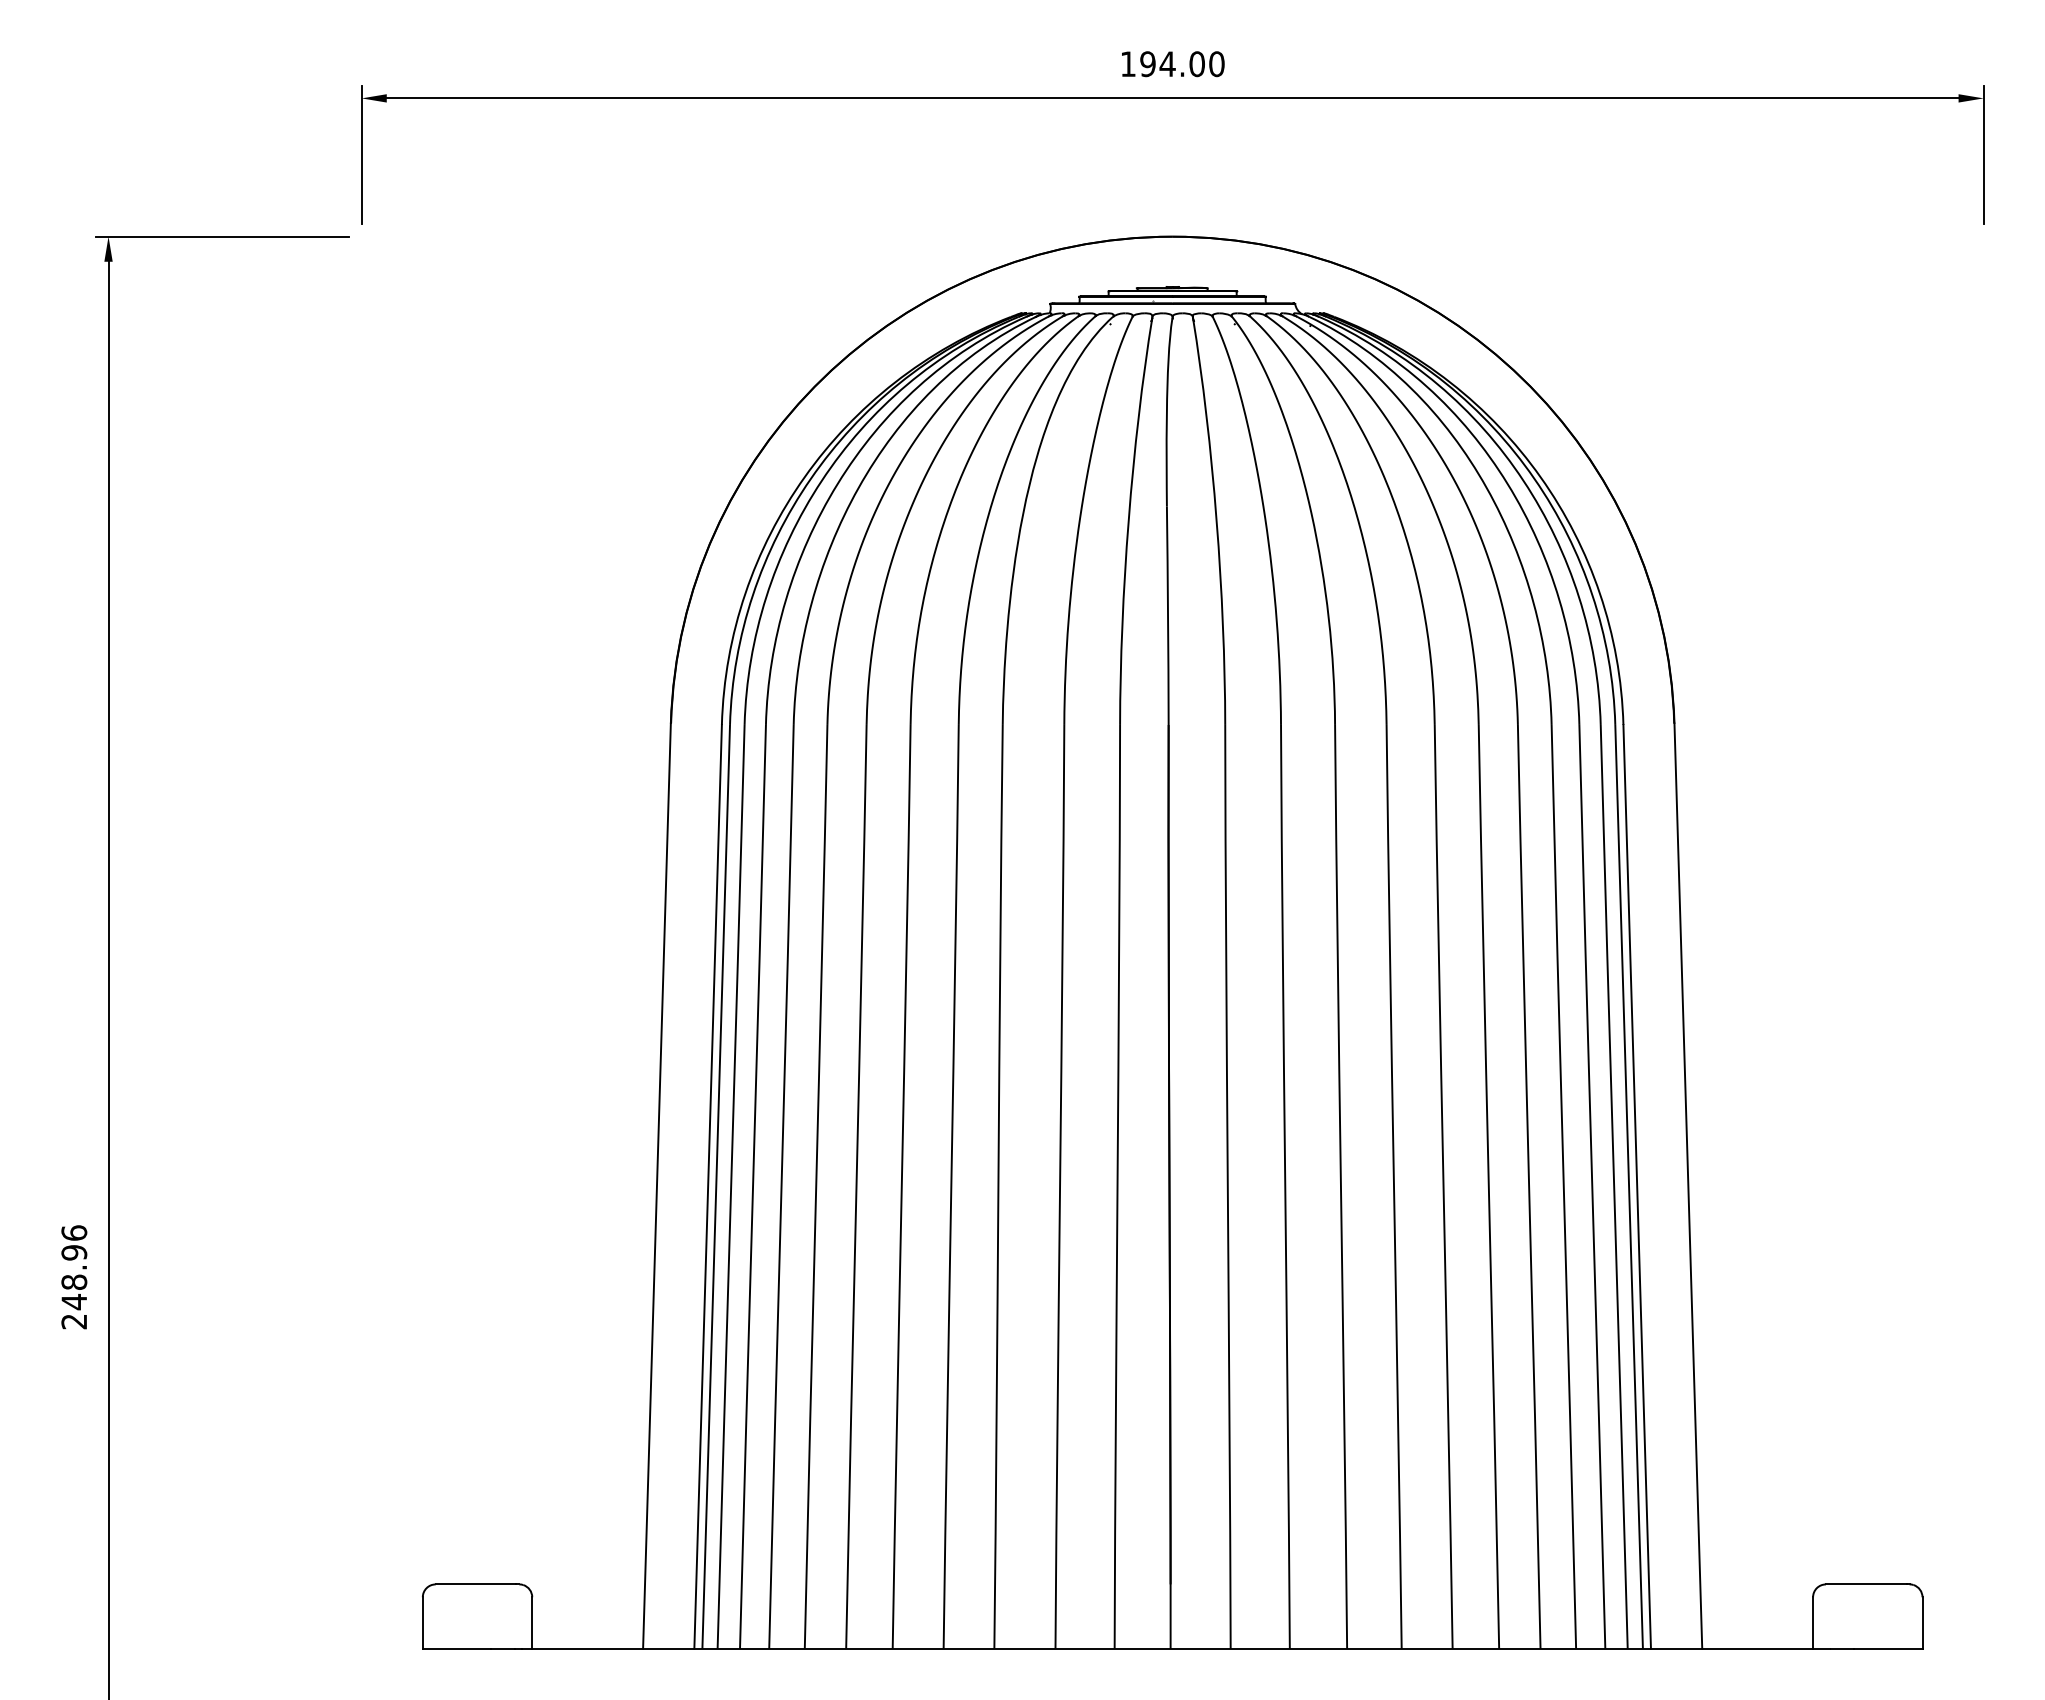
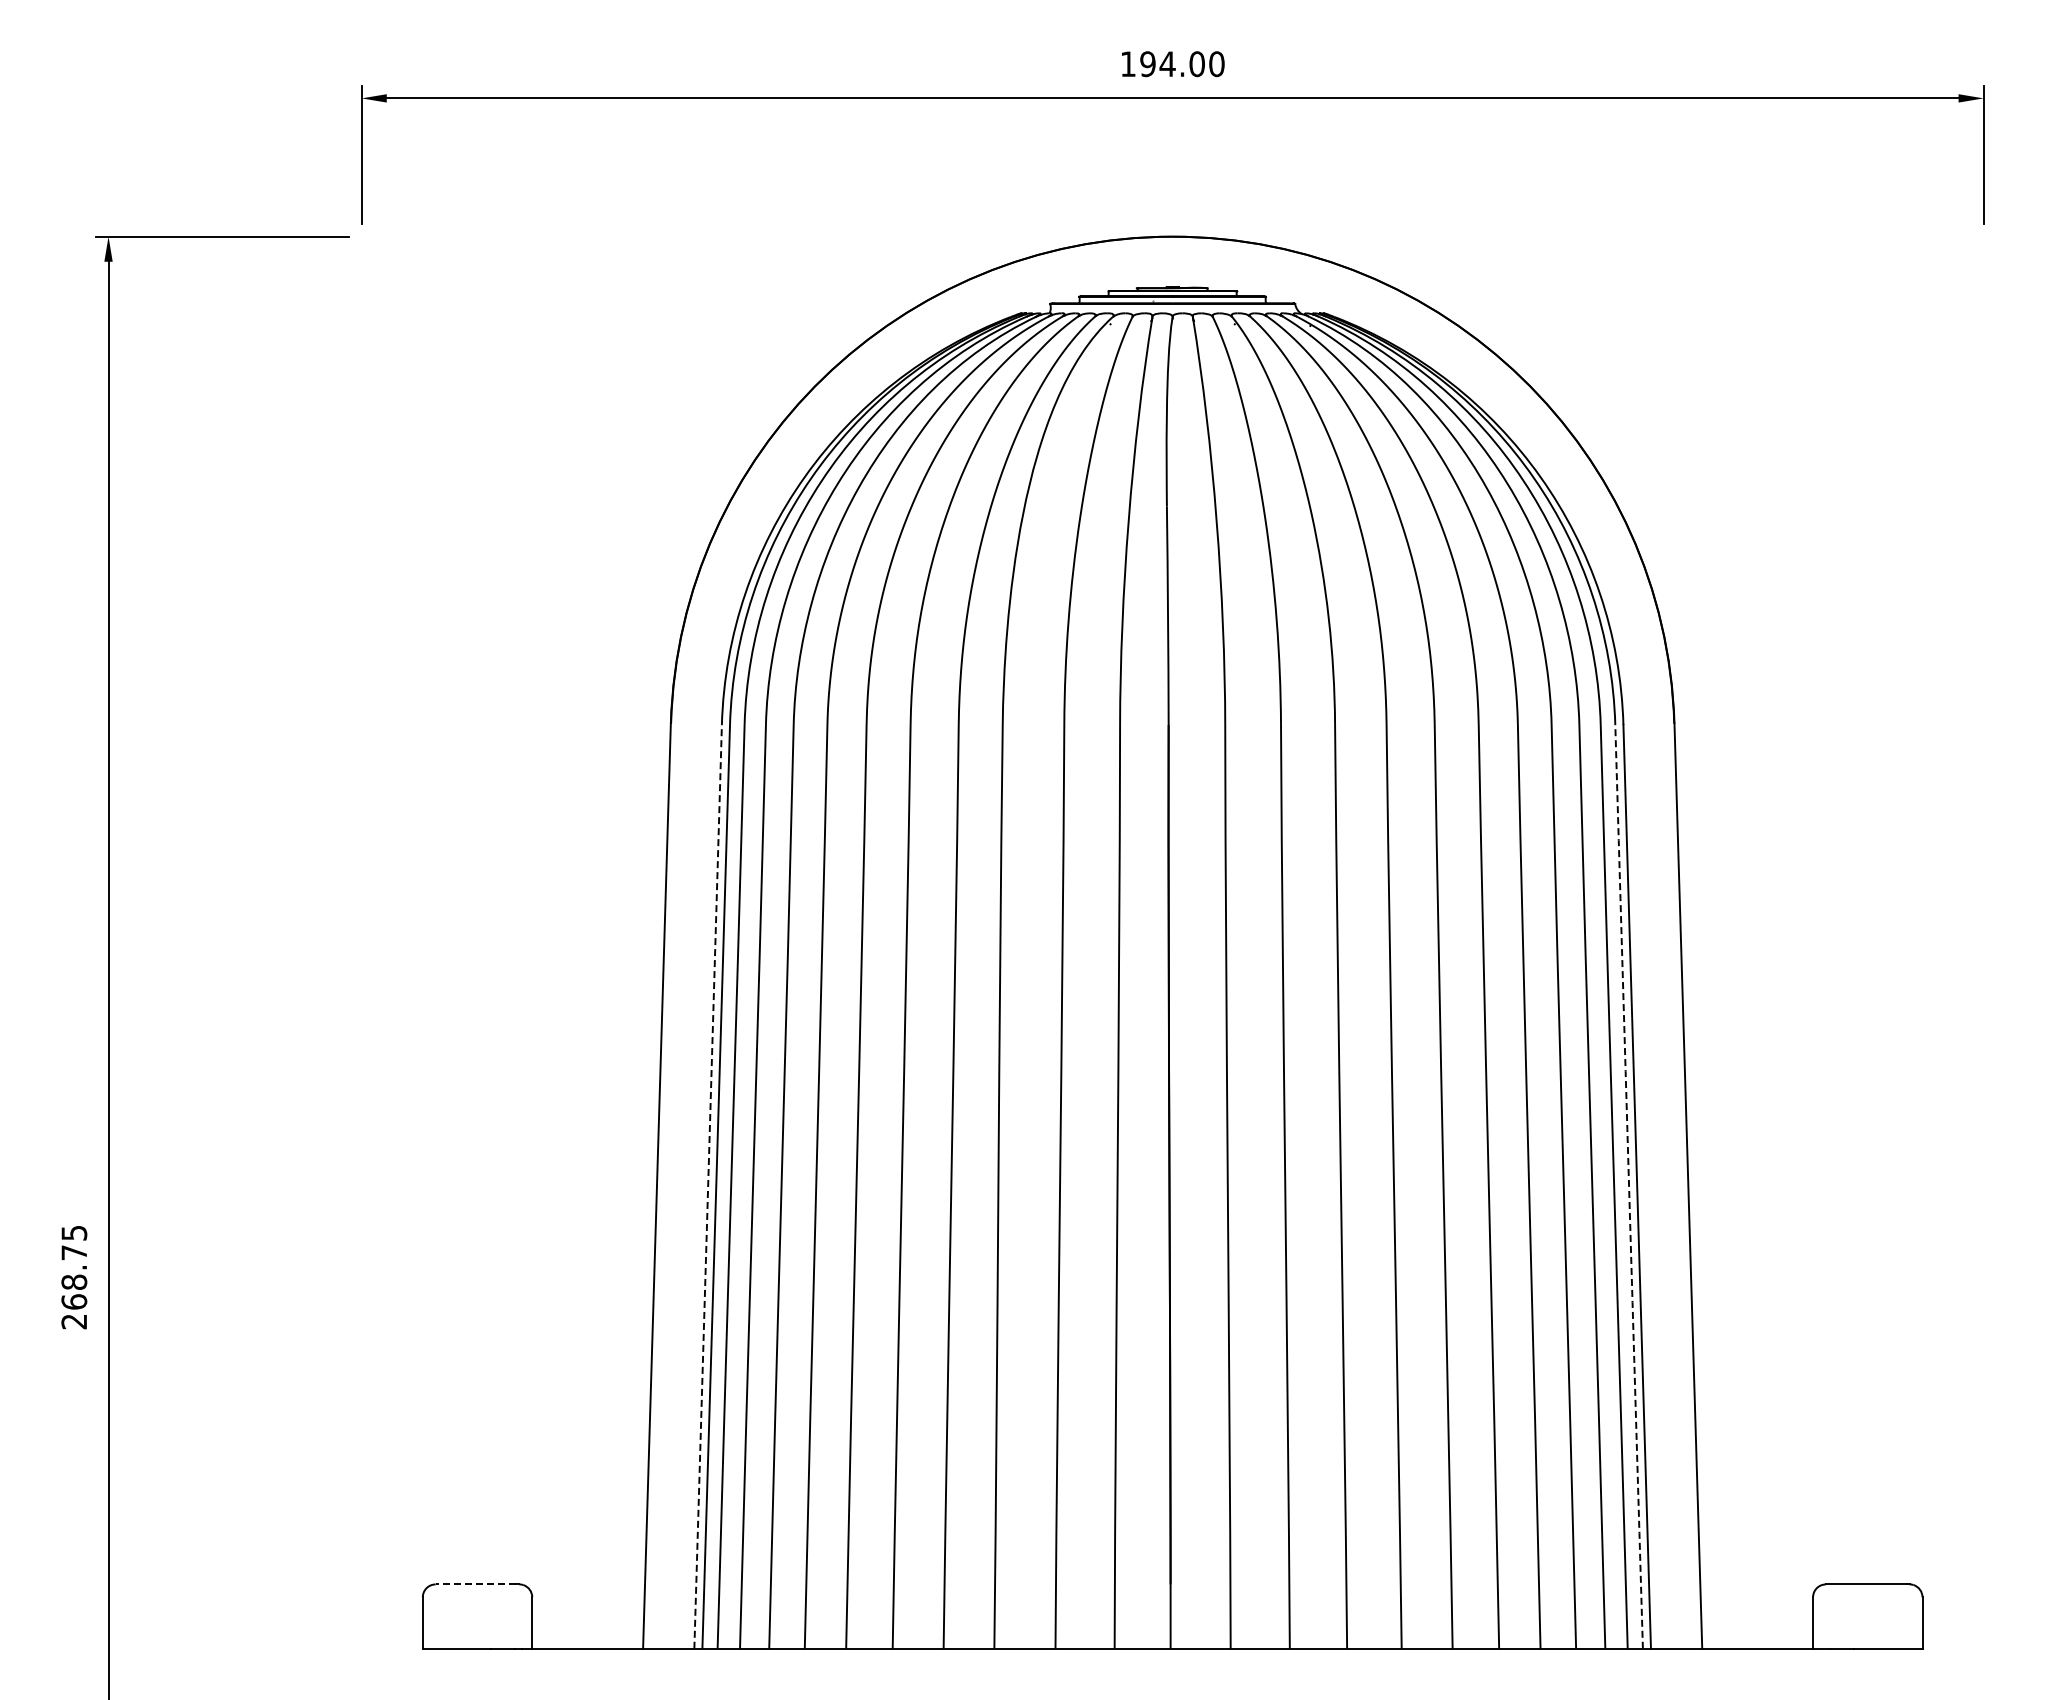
line at (708, 1186): solid -> dashed
arc at (1629, 1186): solid -> dashed
text at (74, 1267): 248.96 -> 268.75
line at (475, 1584): solid -> dashed
